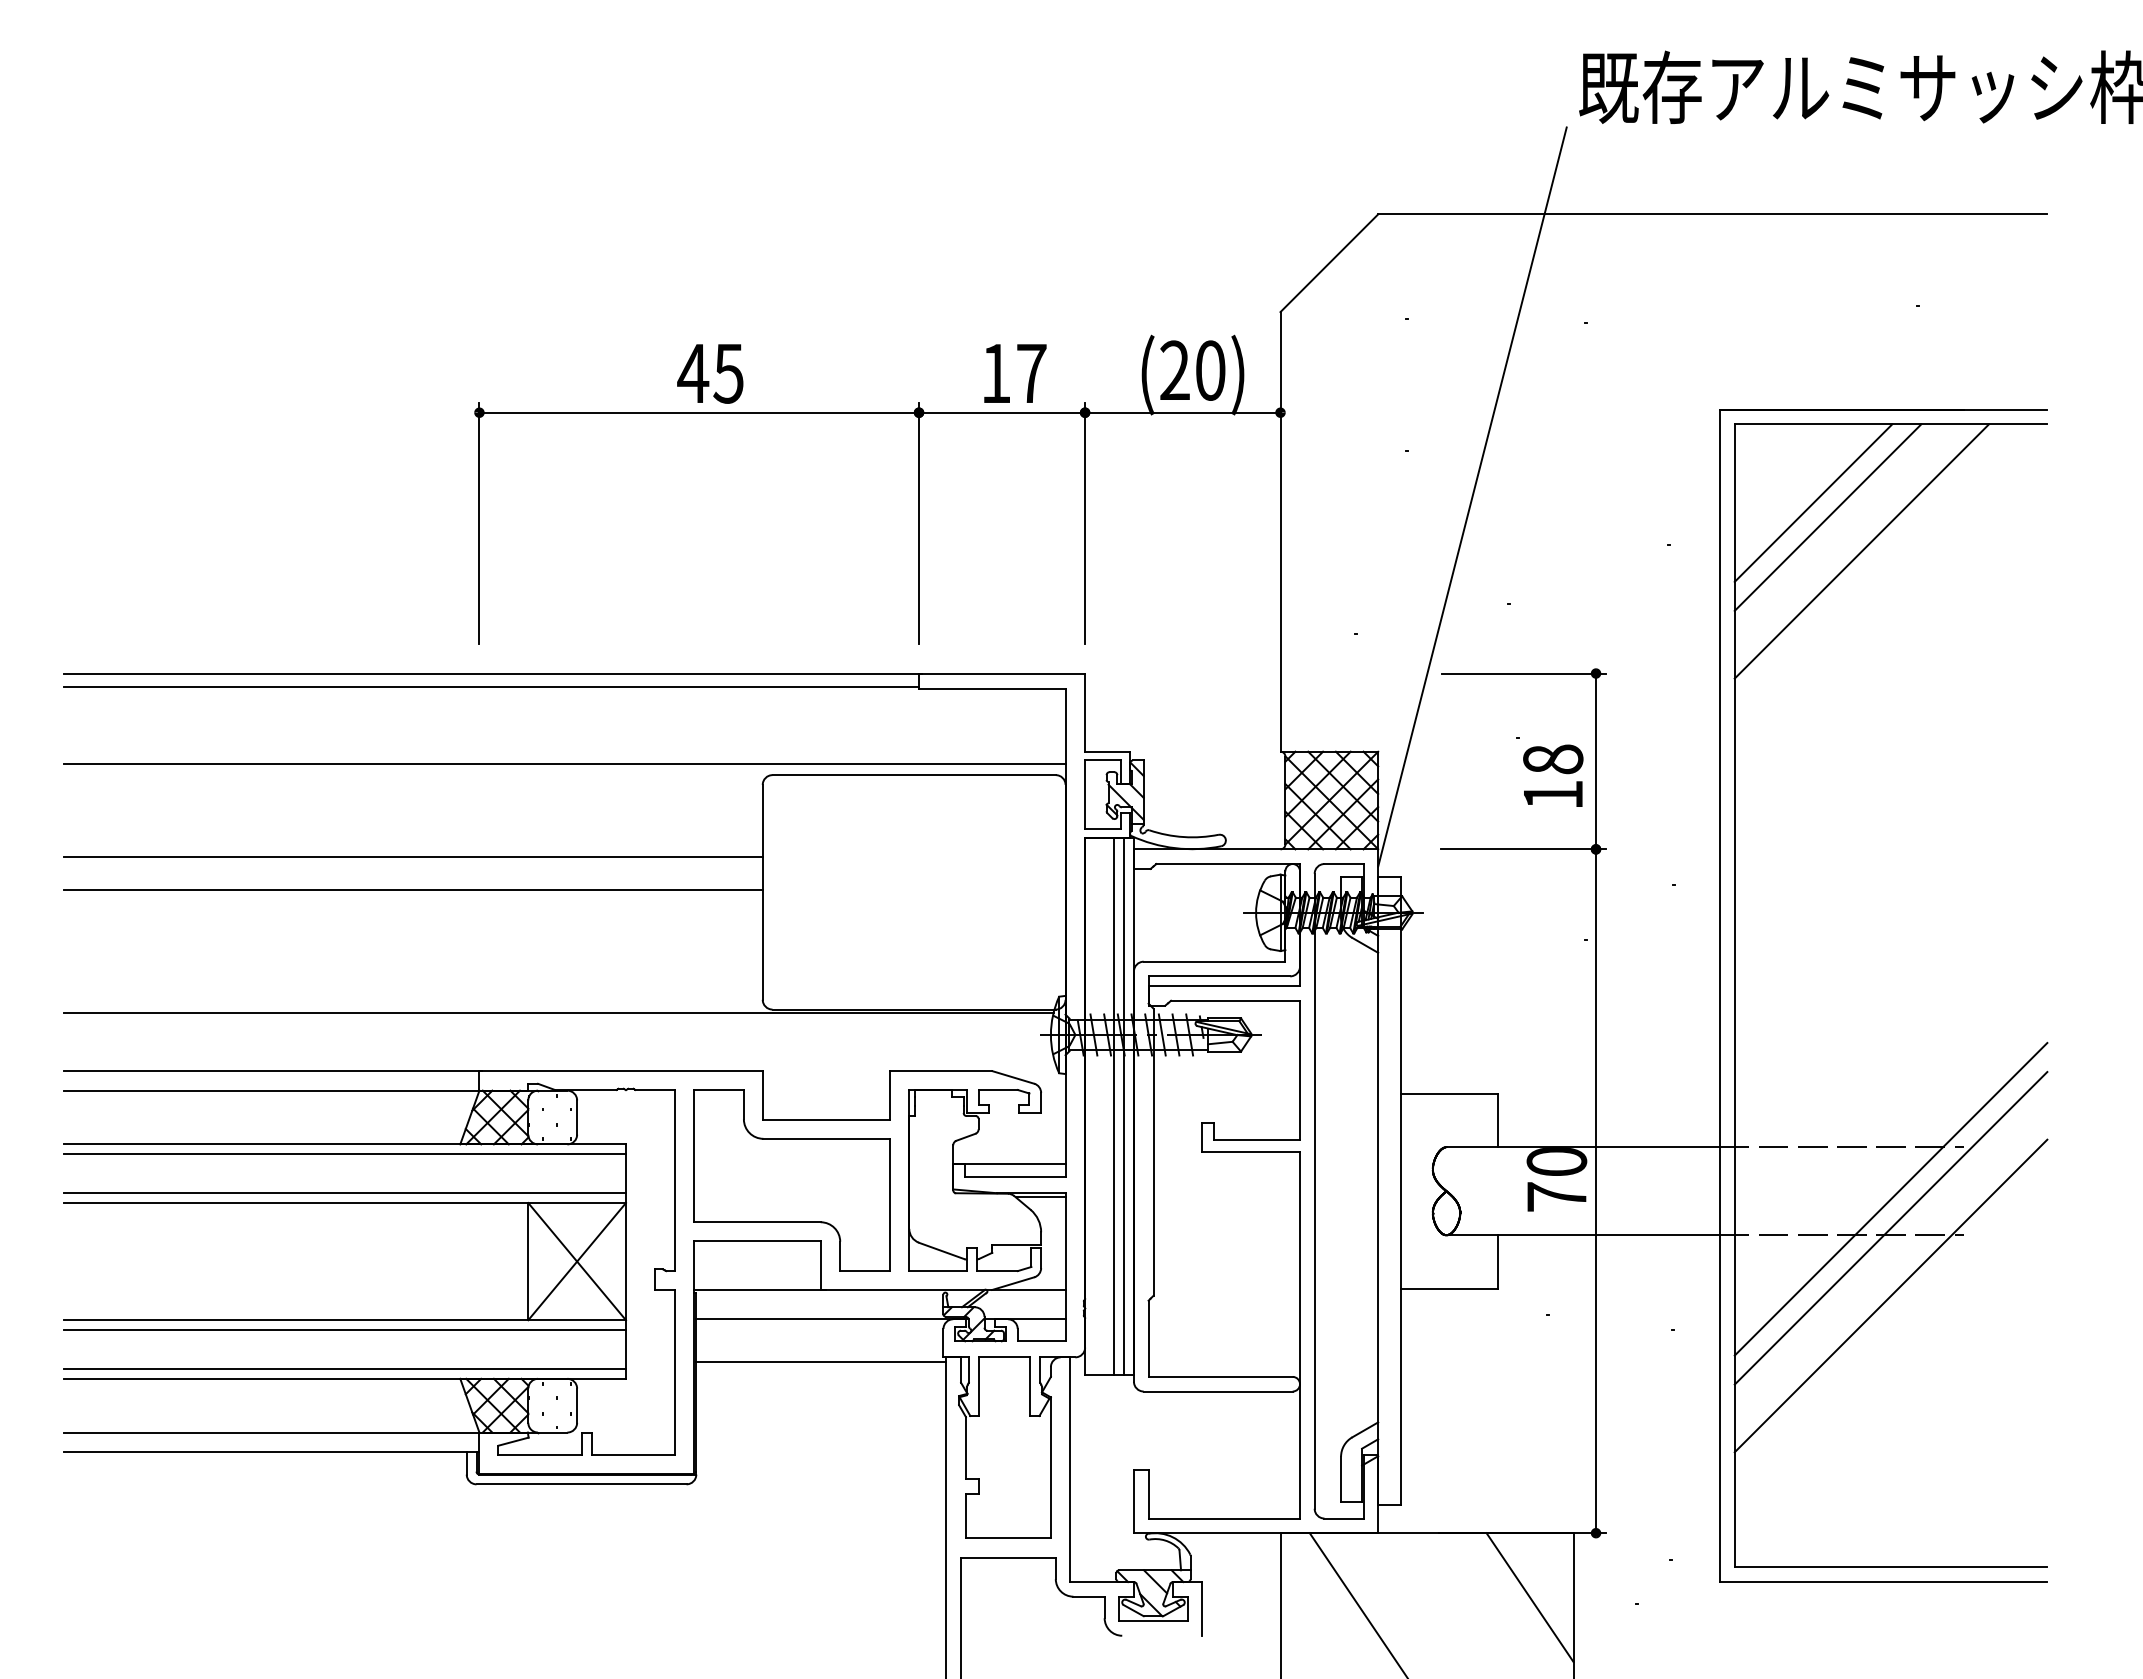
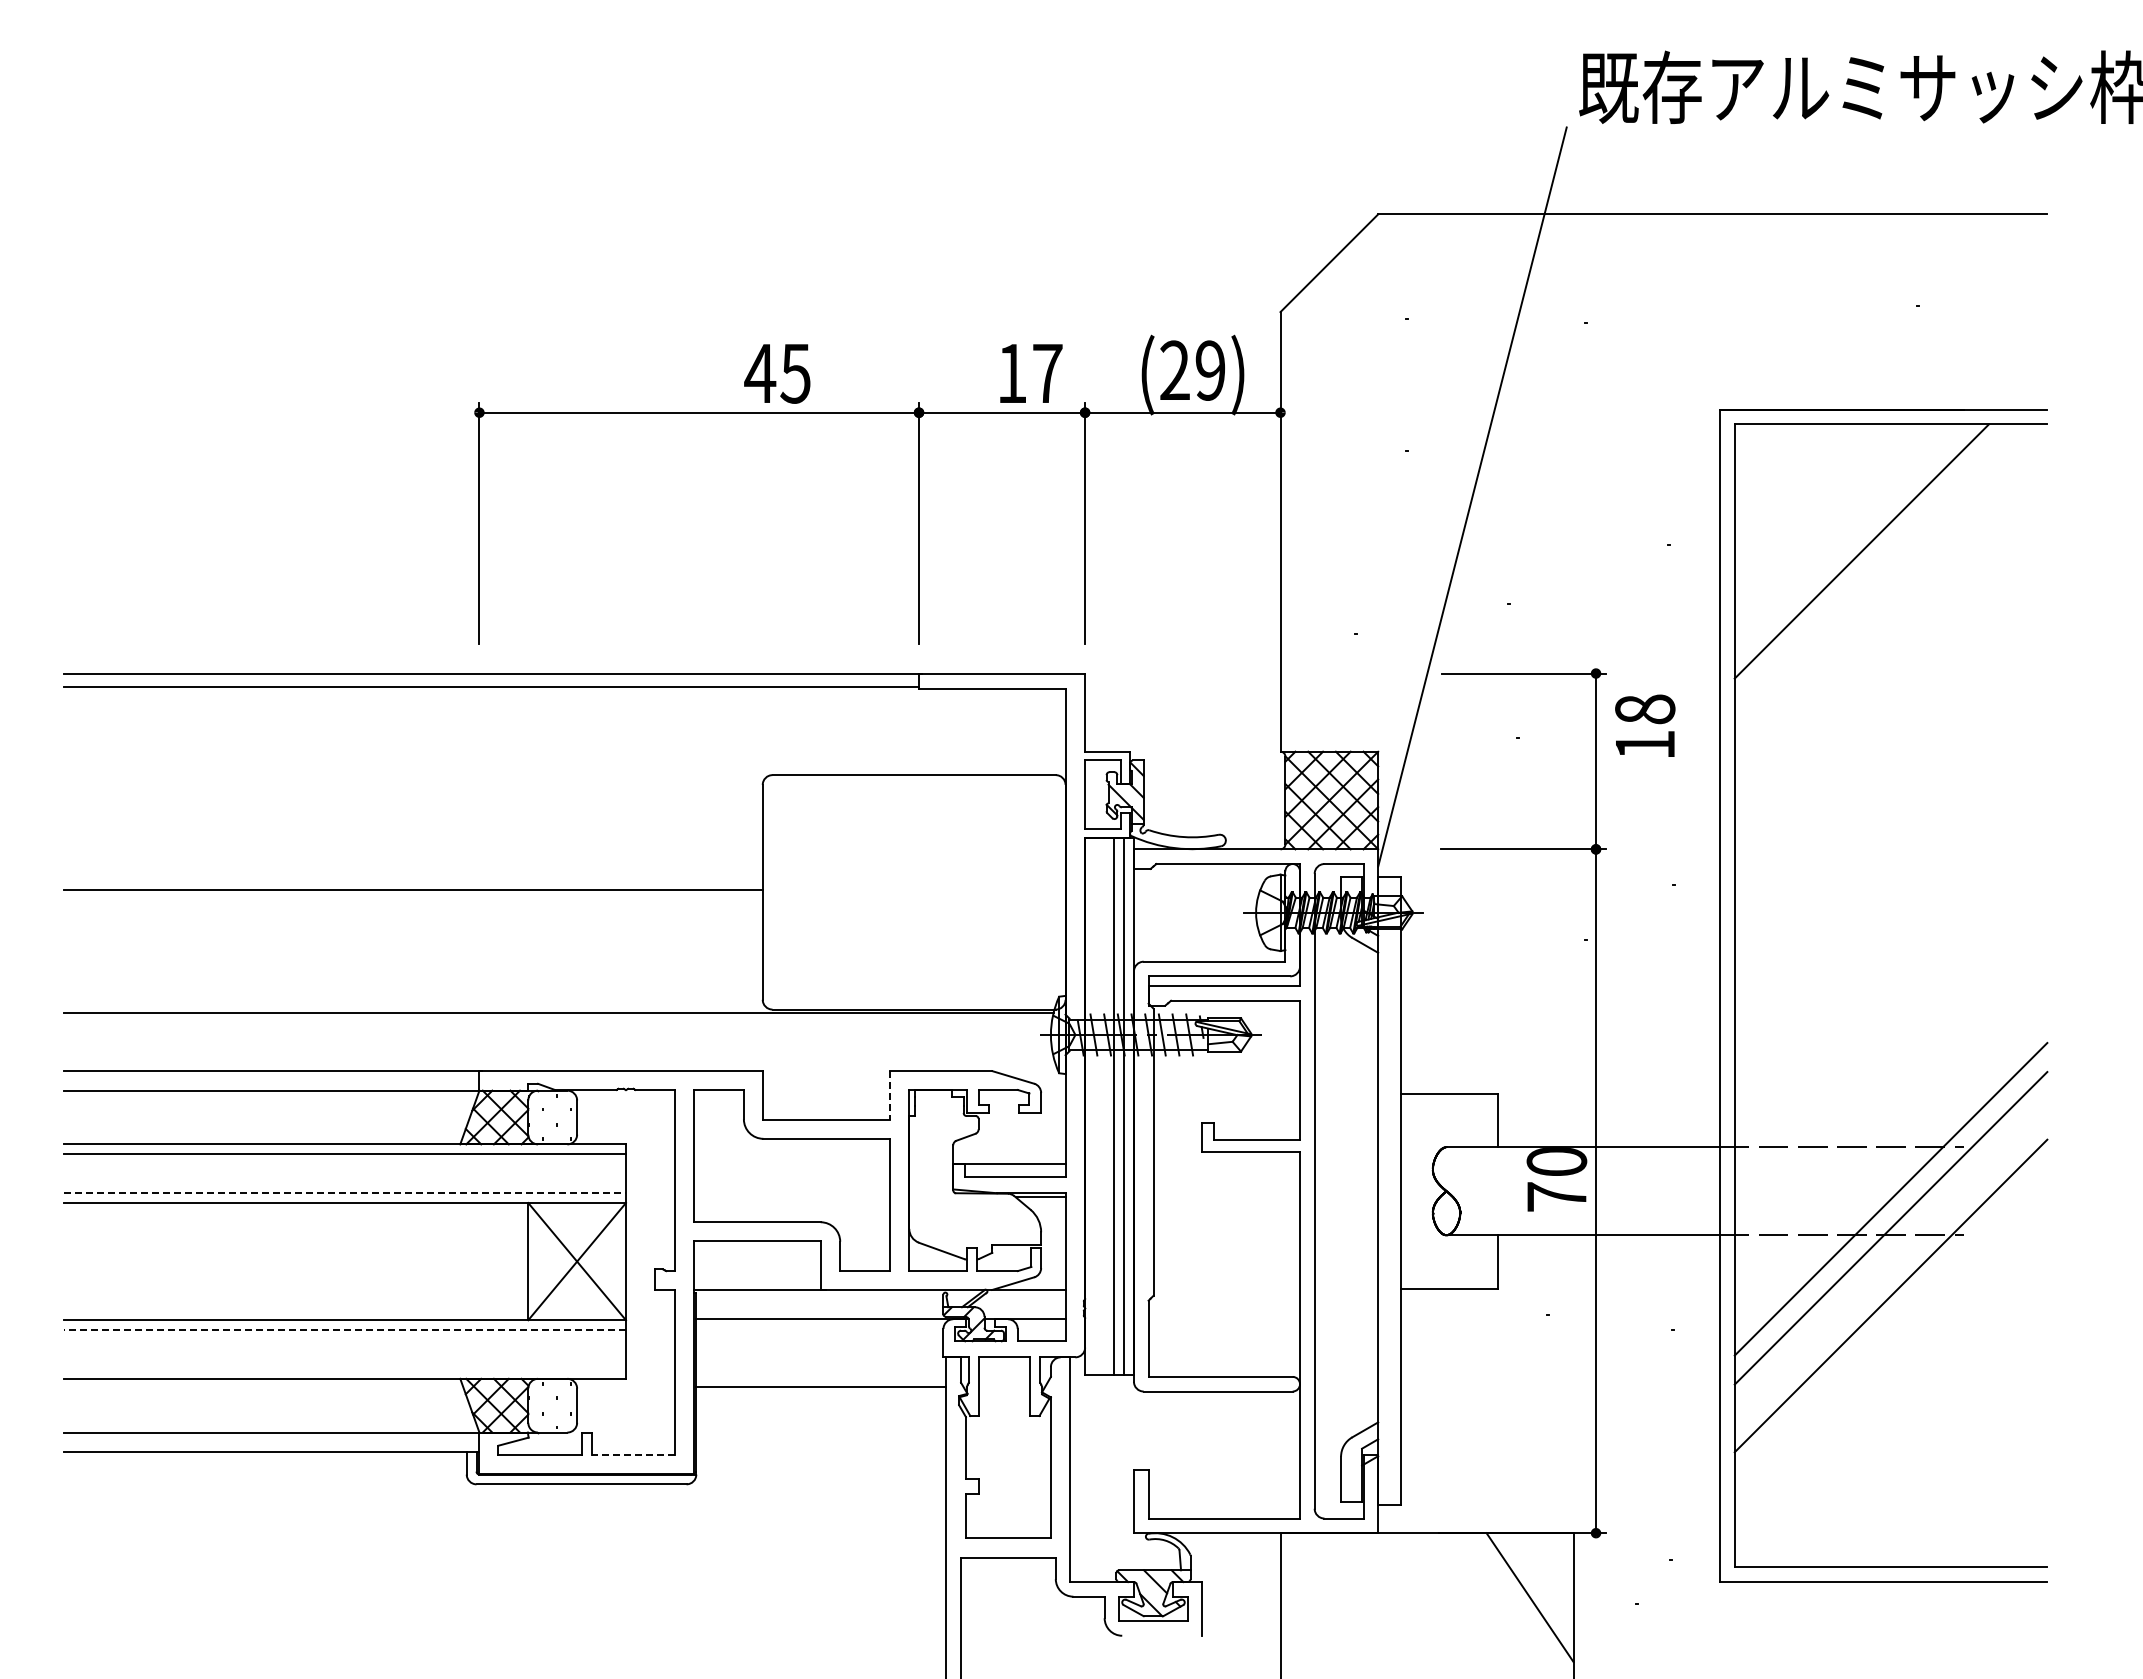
text at (1210, 370): (20) -> (29)
text at (710, 373) position: (710, 373) -> (777, 373)
text at (1015, 373) position: (1015, 373) -> (1031, 373)
line at (1813, 502): present -> none
line at (1827, 517): present -> none
line at (564, 764): present -> none
text at (1553, 775) position: (1553, 775) -> (1645, 725)
line at (413, 857): present -> none
line at (889, 1096): solid -> dashed
line at (345, 1193): solid -> dashed
line at (345, 1330): solid -> dashed
line at (821, 1362) position: (821, 1362) -> (821, 1387)
line at (344, 1369): present -> none
line at (633, 1454): solid -> dashed
line at (1357, 1604): present -> none
